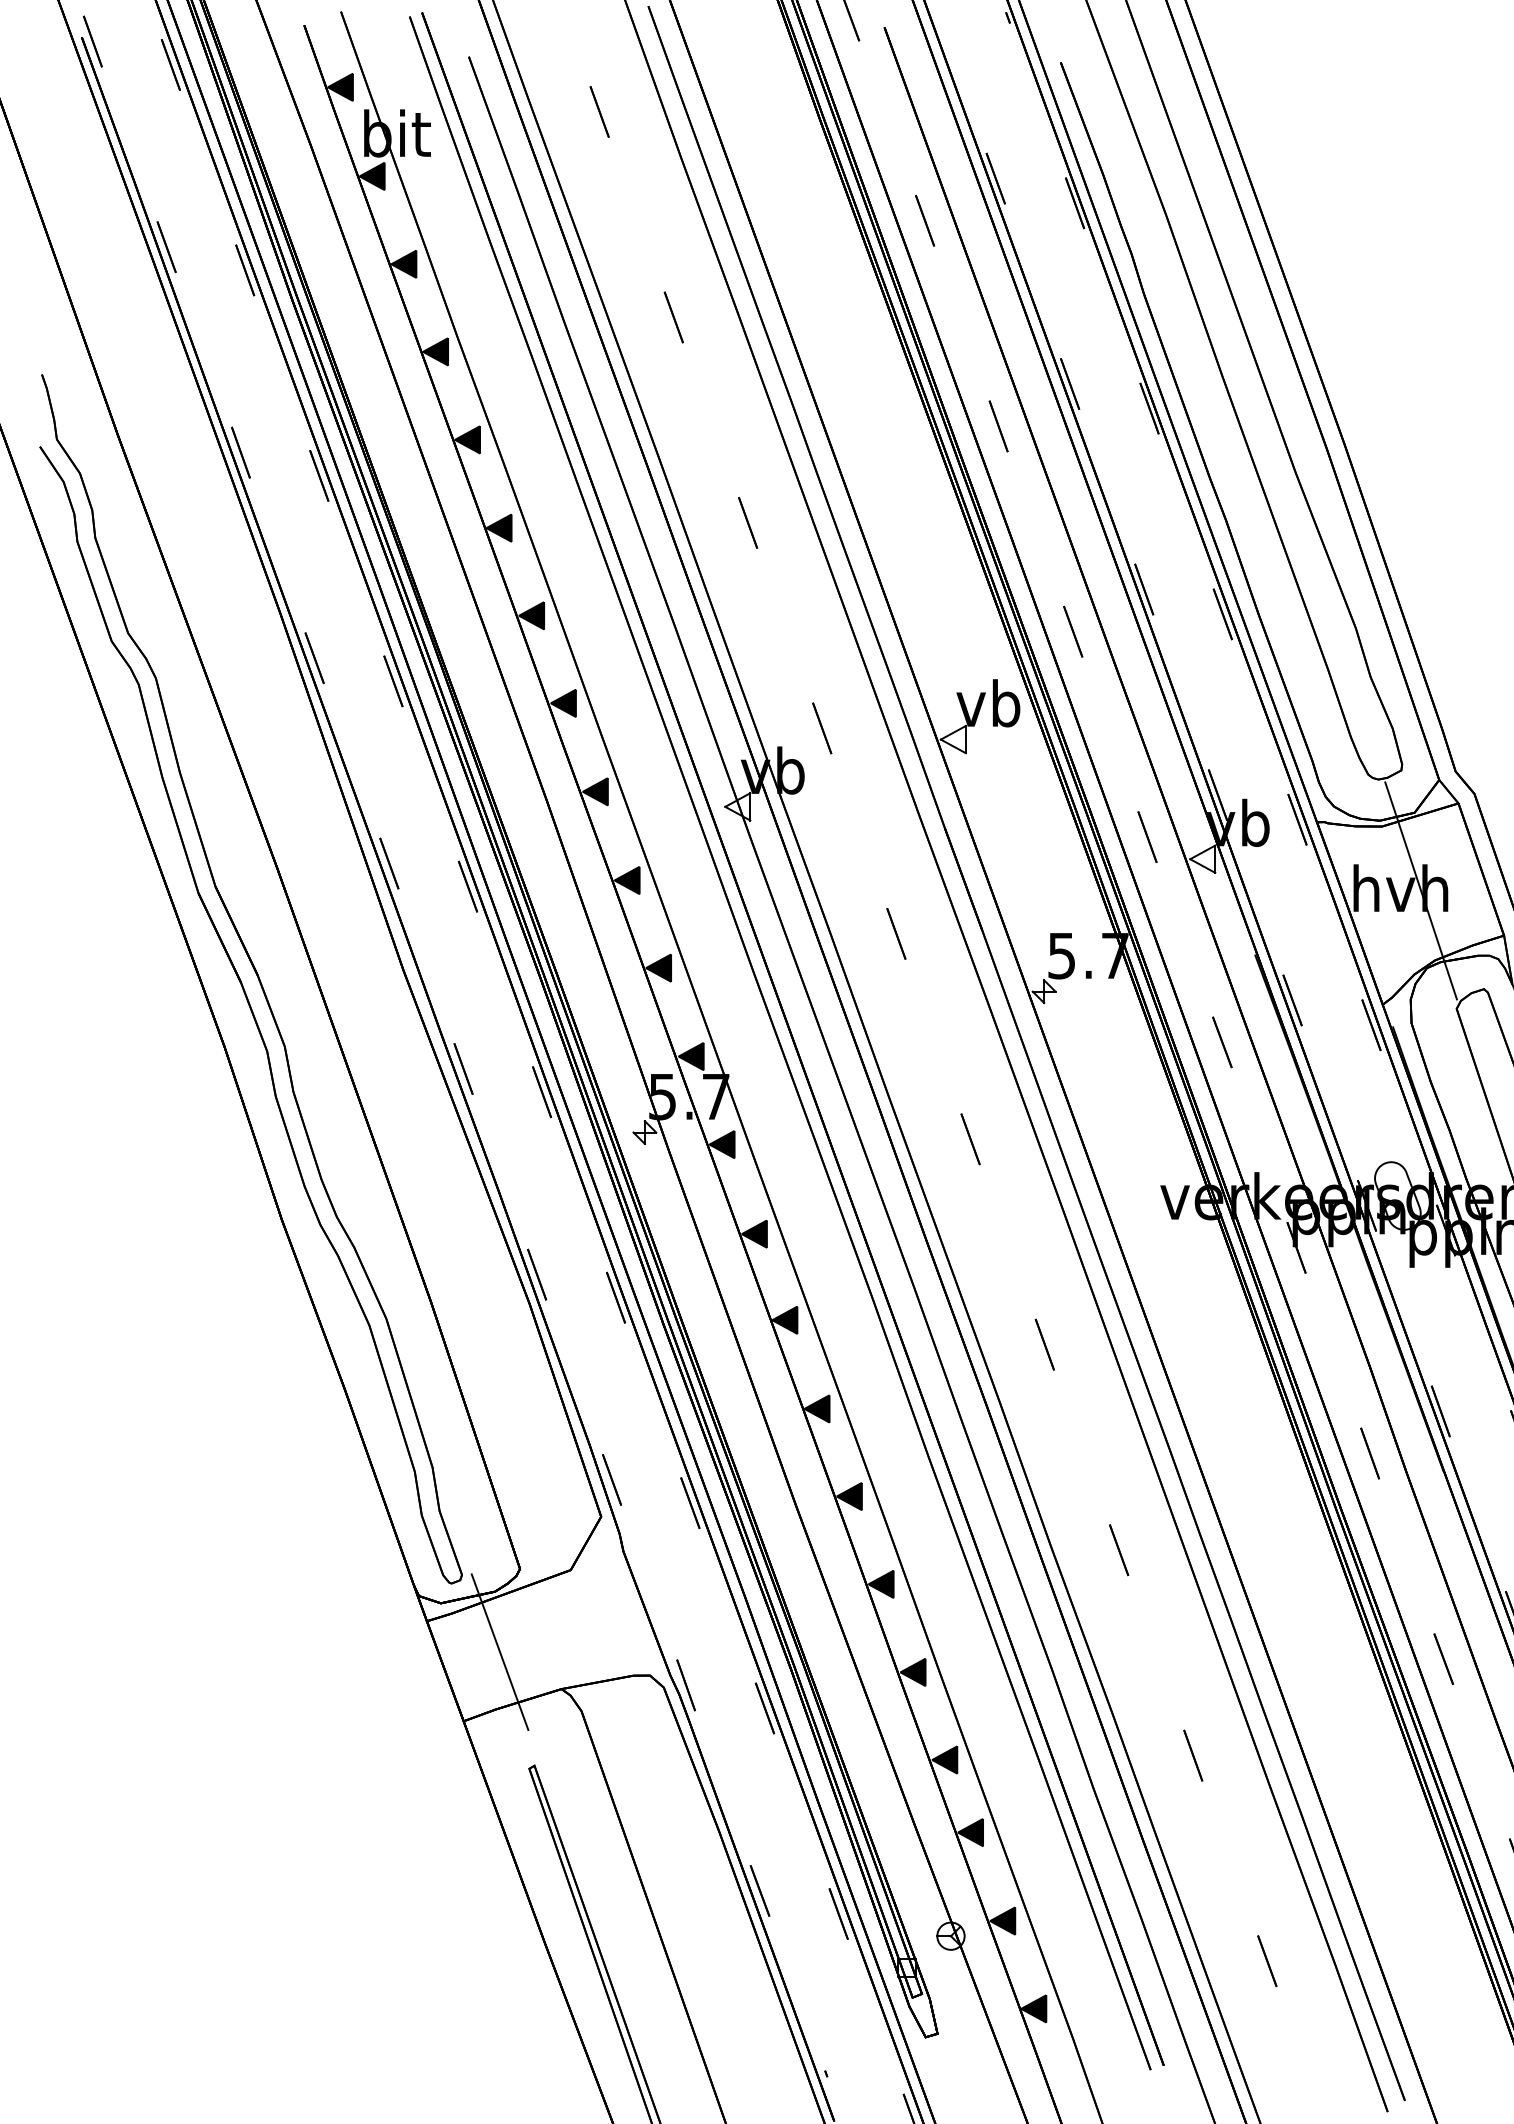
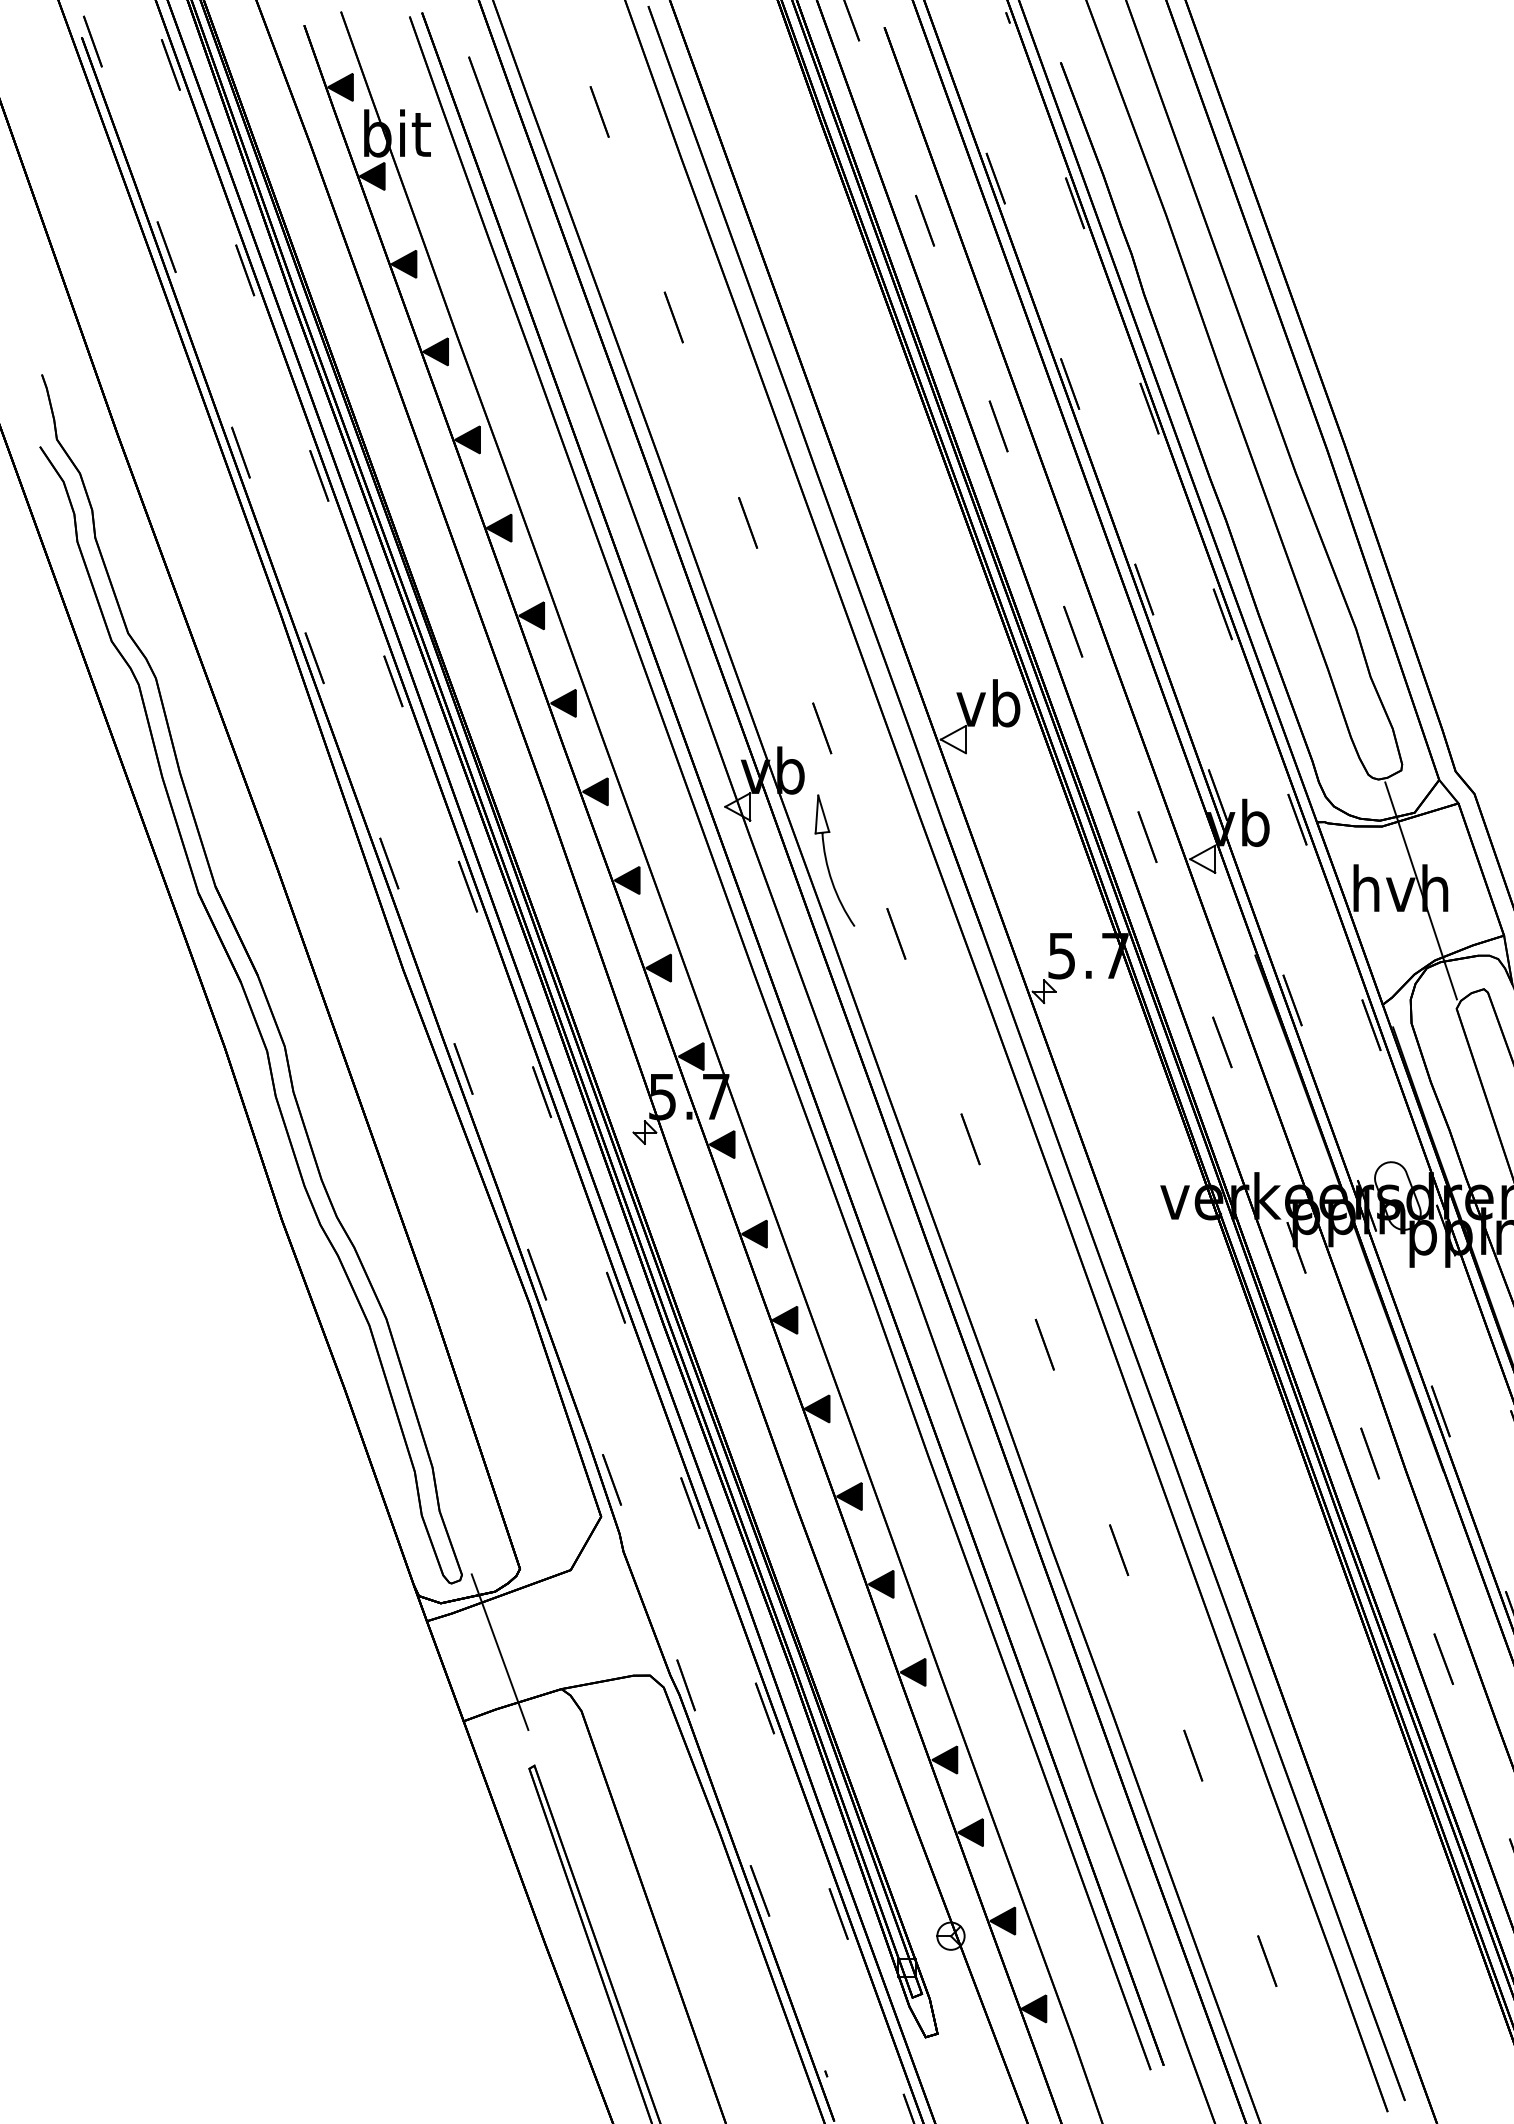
part at (827, 860): none -> present
